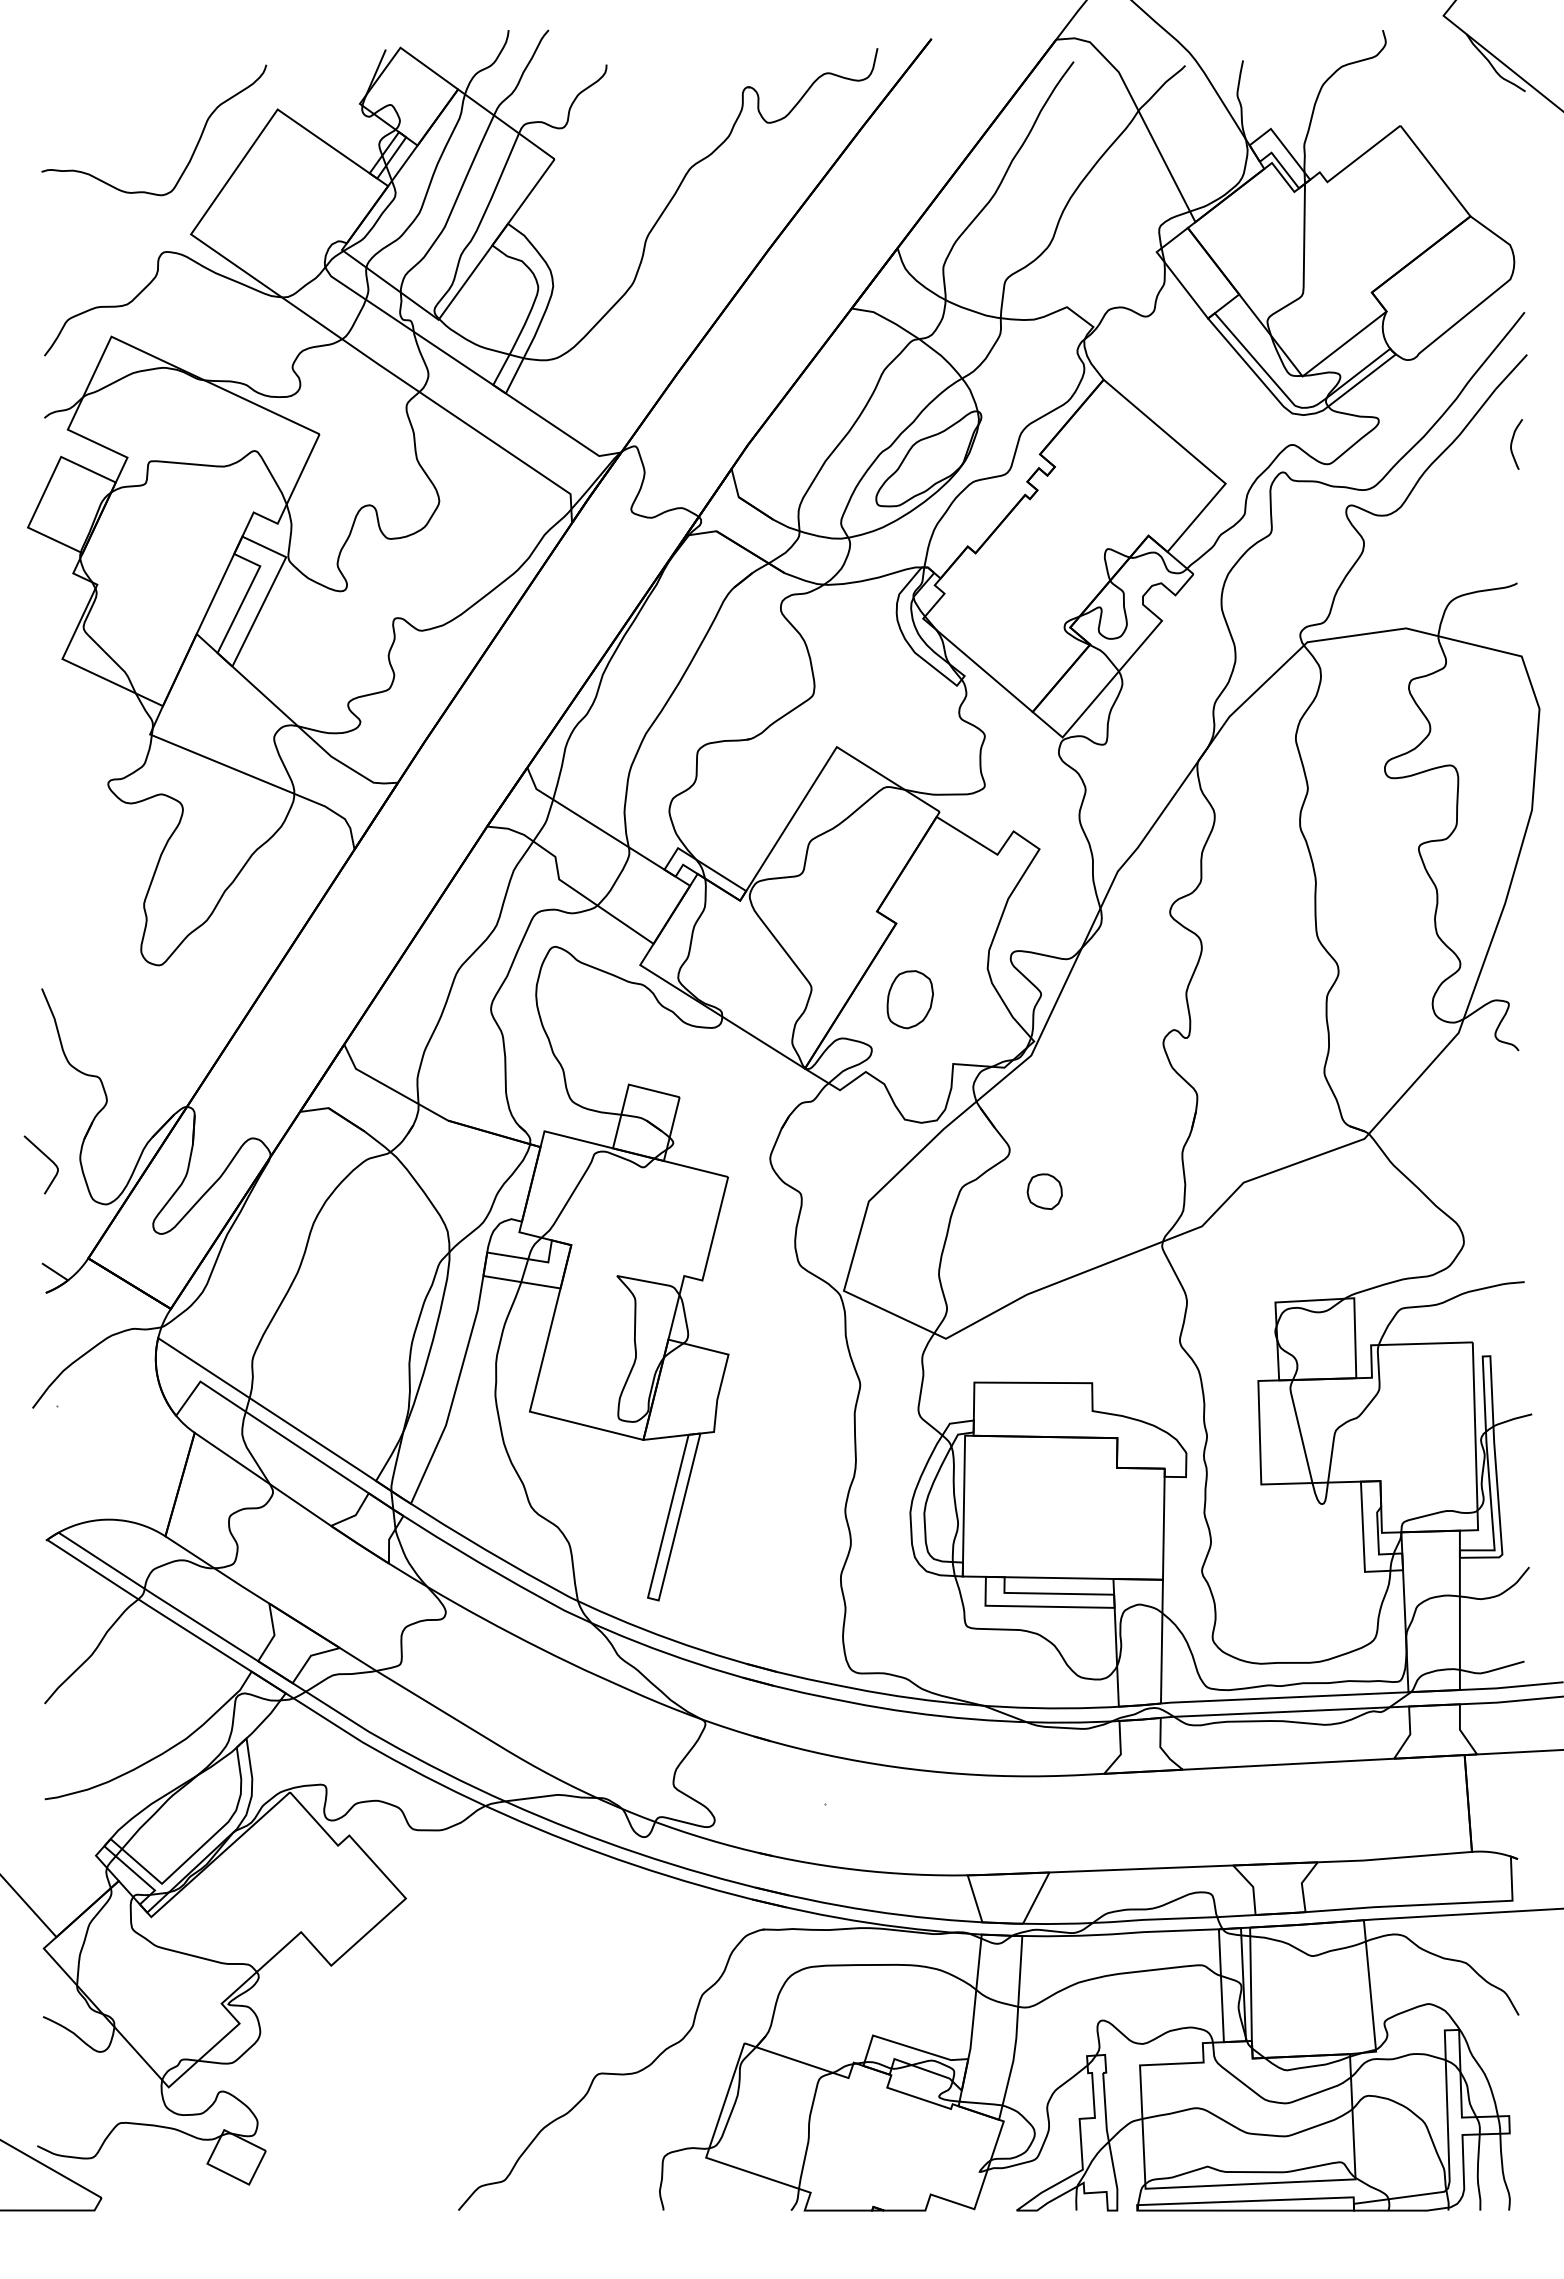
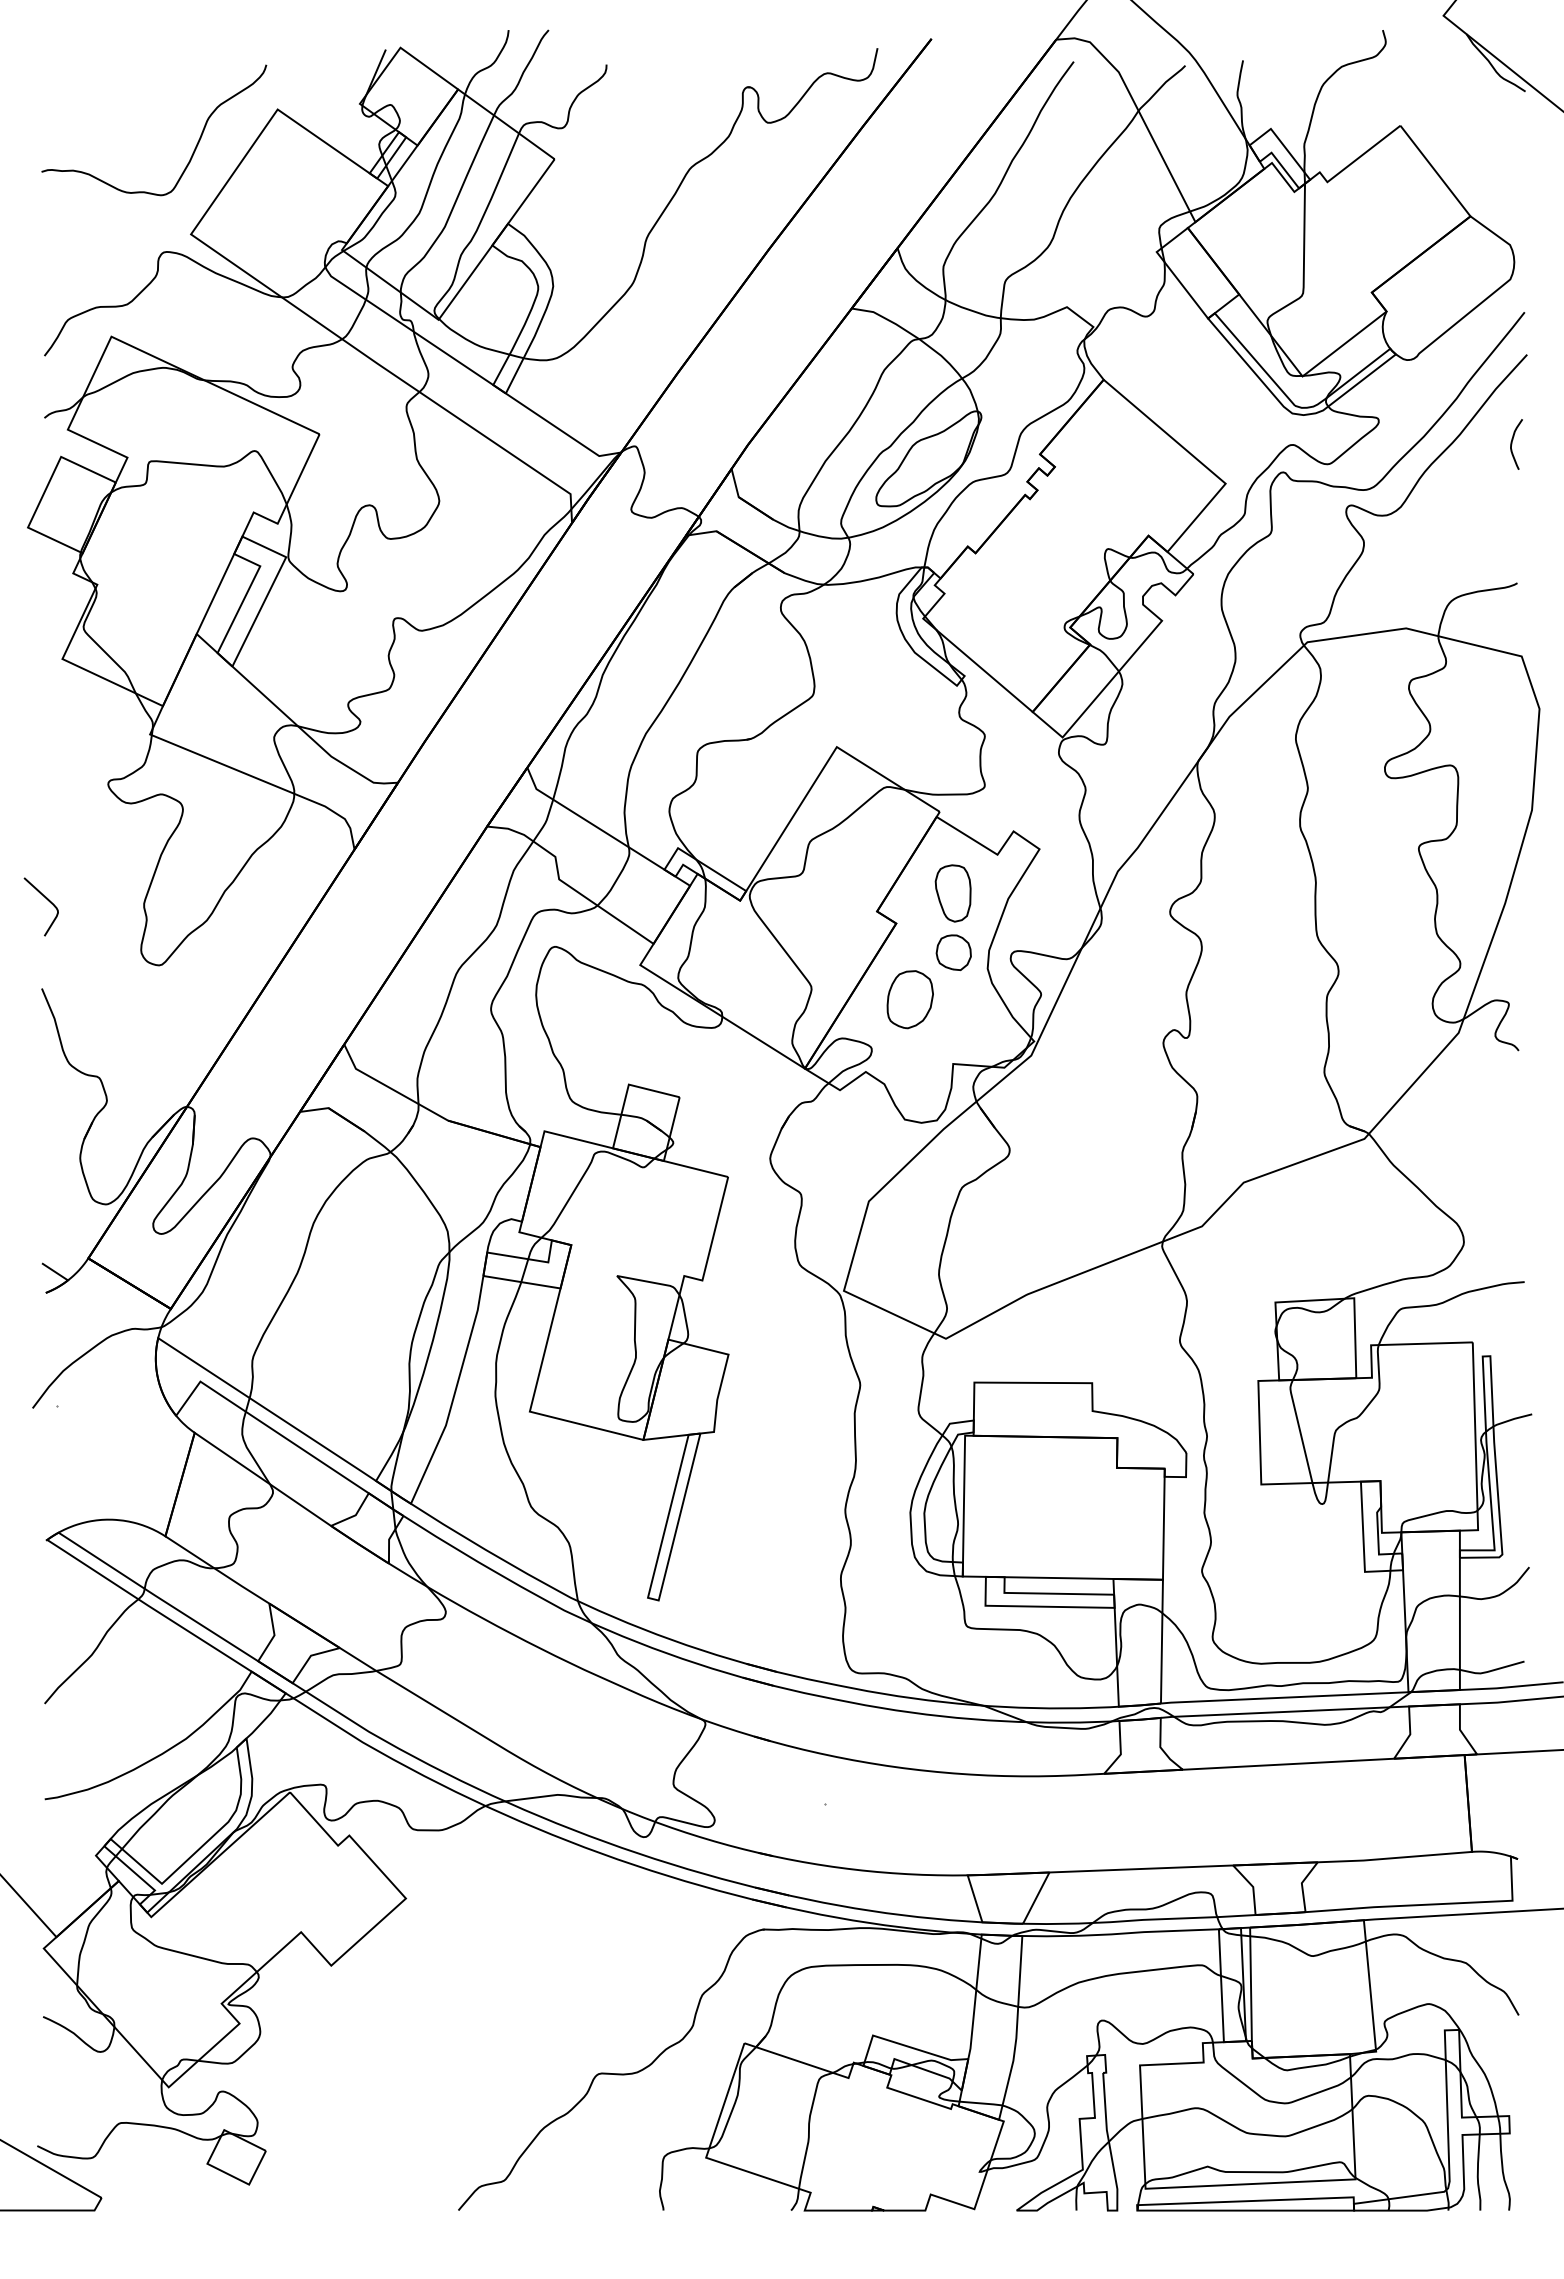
part at (952, 893): none -> present
curve at (46, 1157) position: (46, 1157) -> (46, 899)
part at (1044, 1191) position: (1044, 1191) -> (953, 952)
